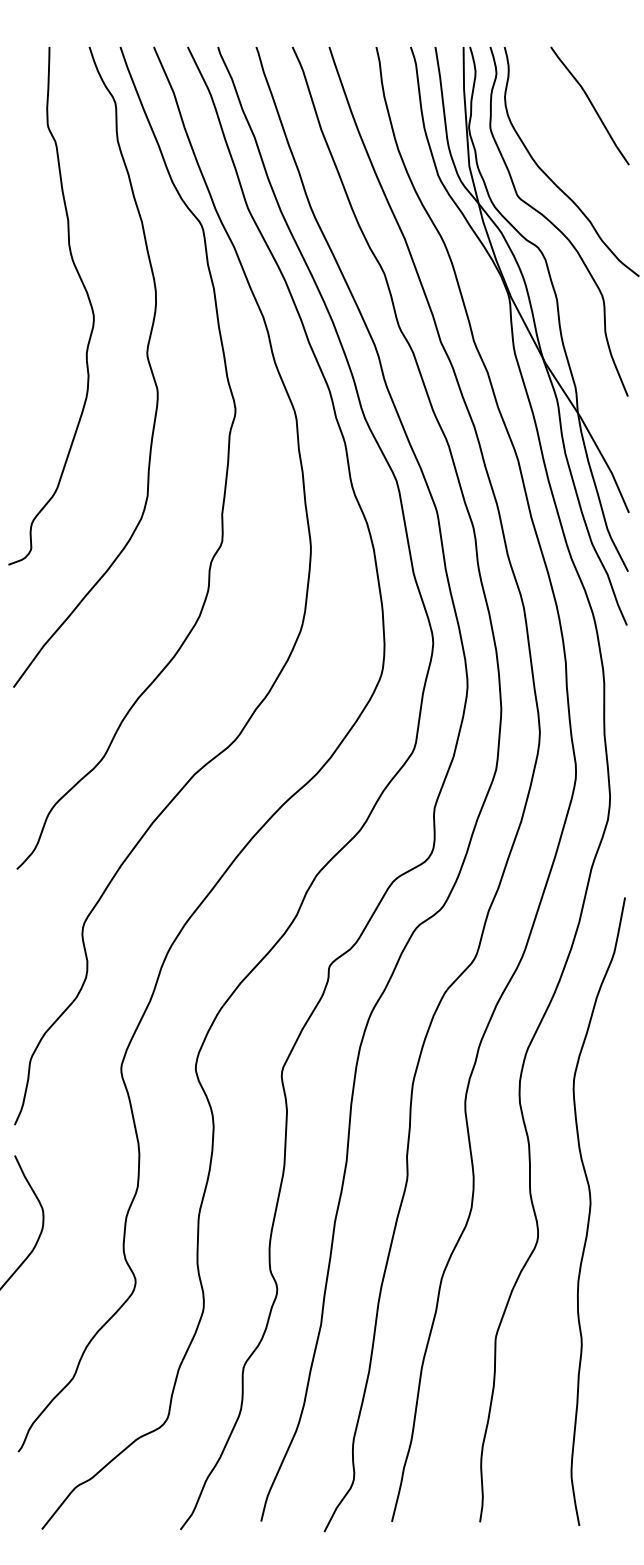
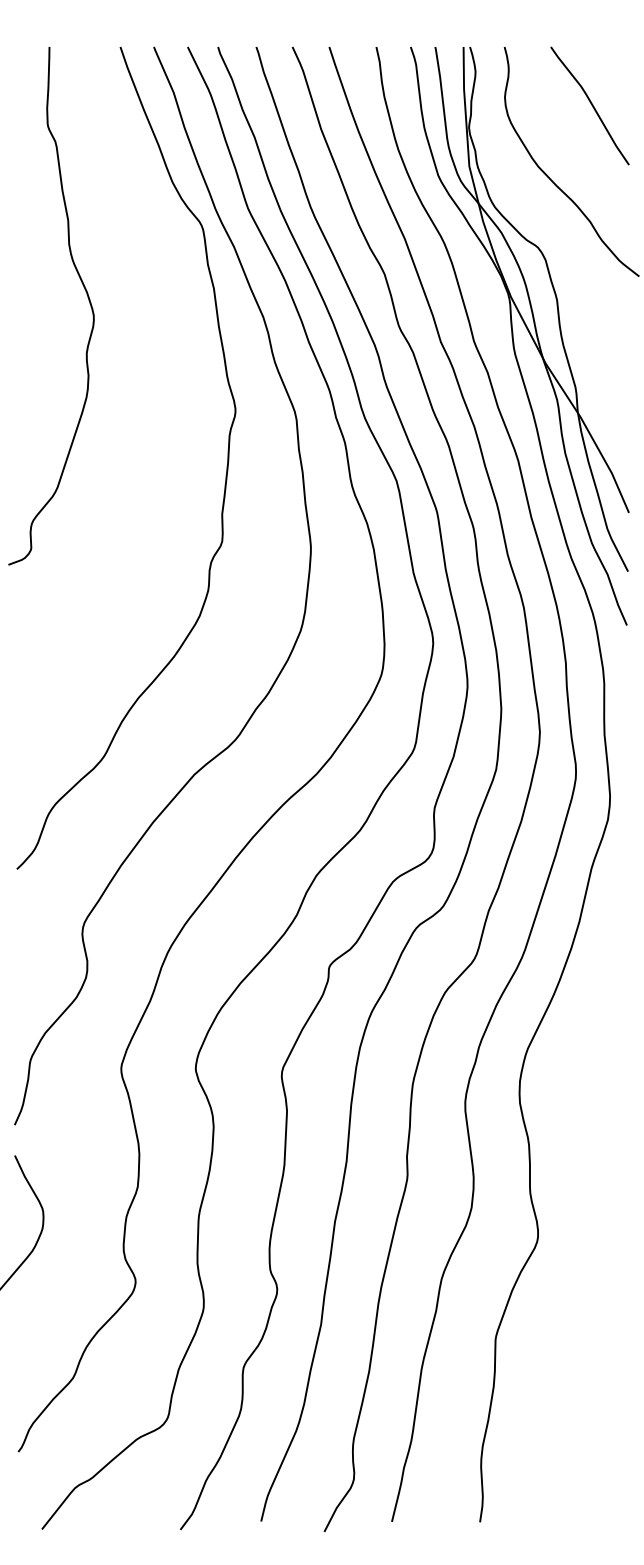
curve at (554, 224): present -> none
curve at (146, 357): present -> none
curve at (591, 1208): present -> none
